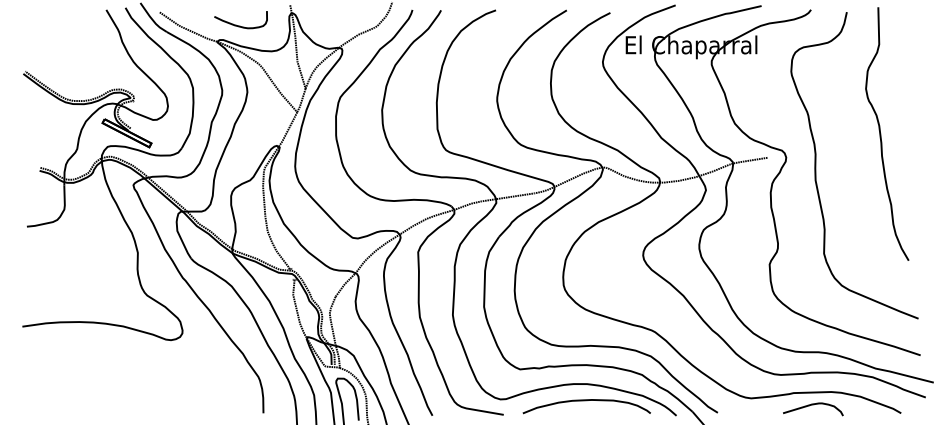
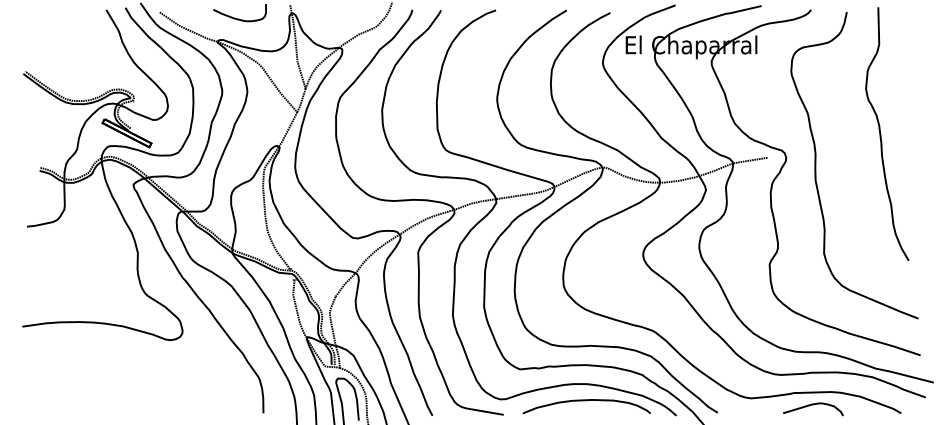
curve at (240, 25) position: (240, 25) -> (239, 18)
